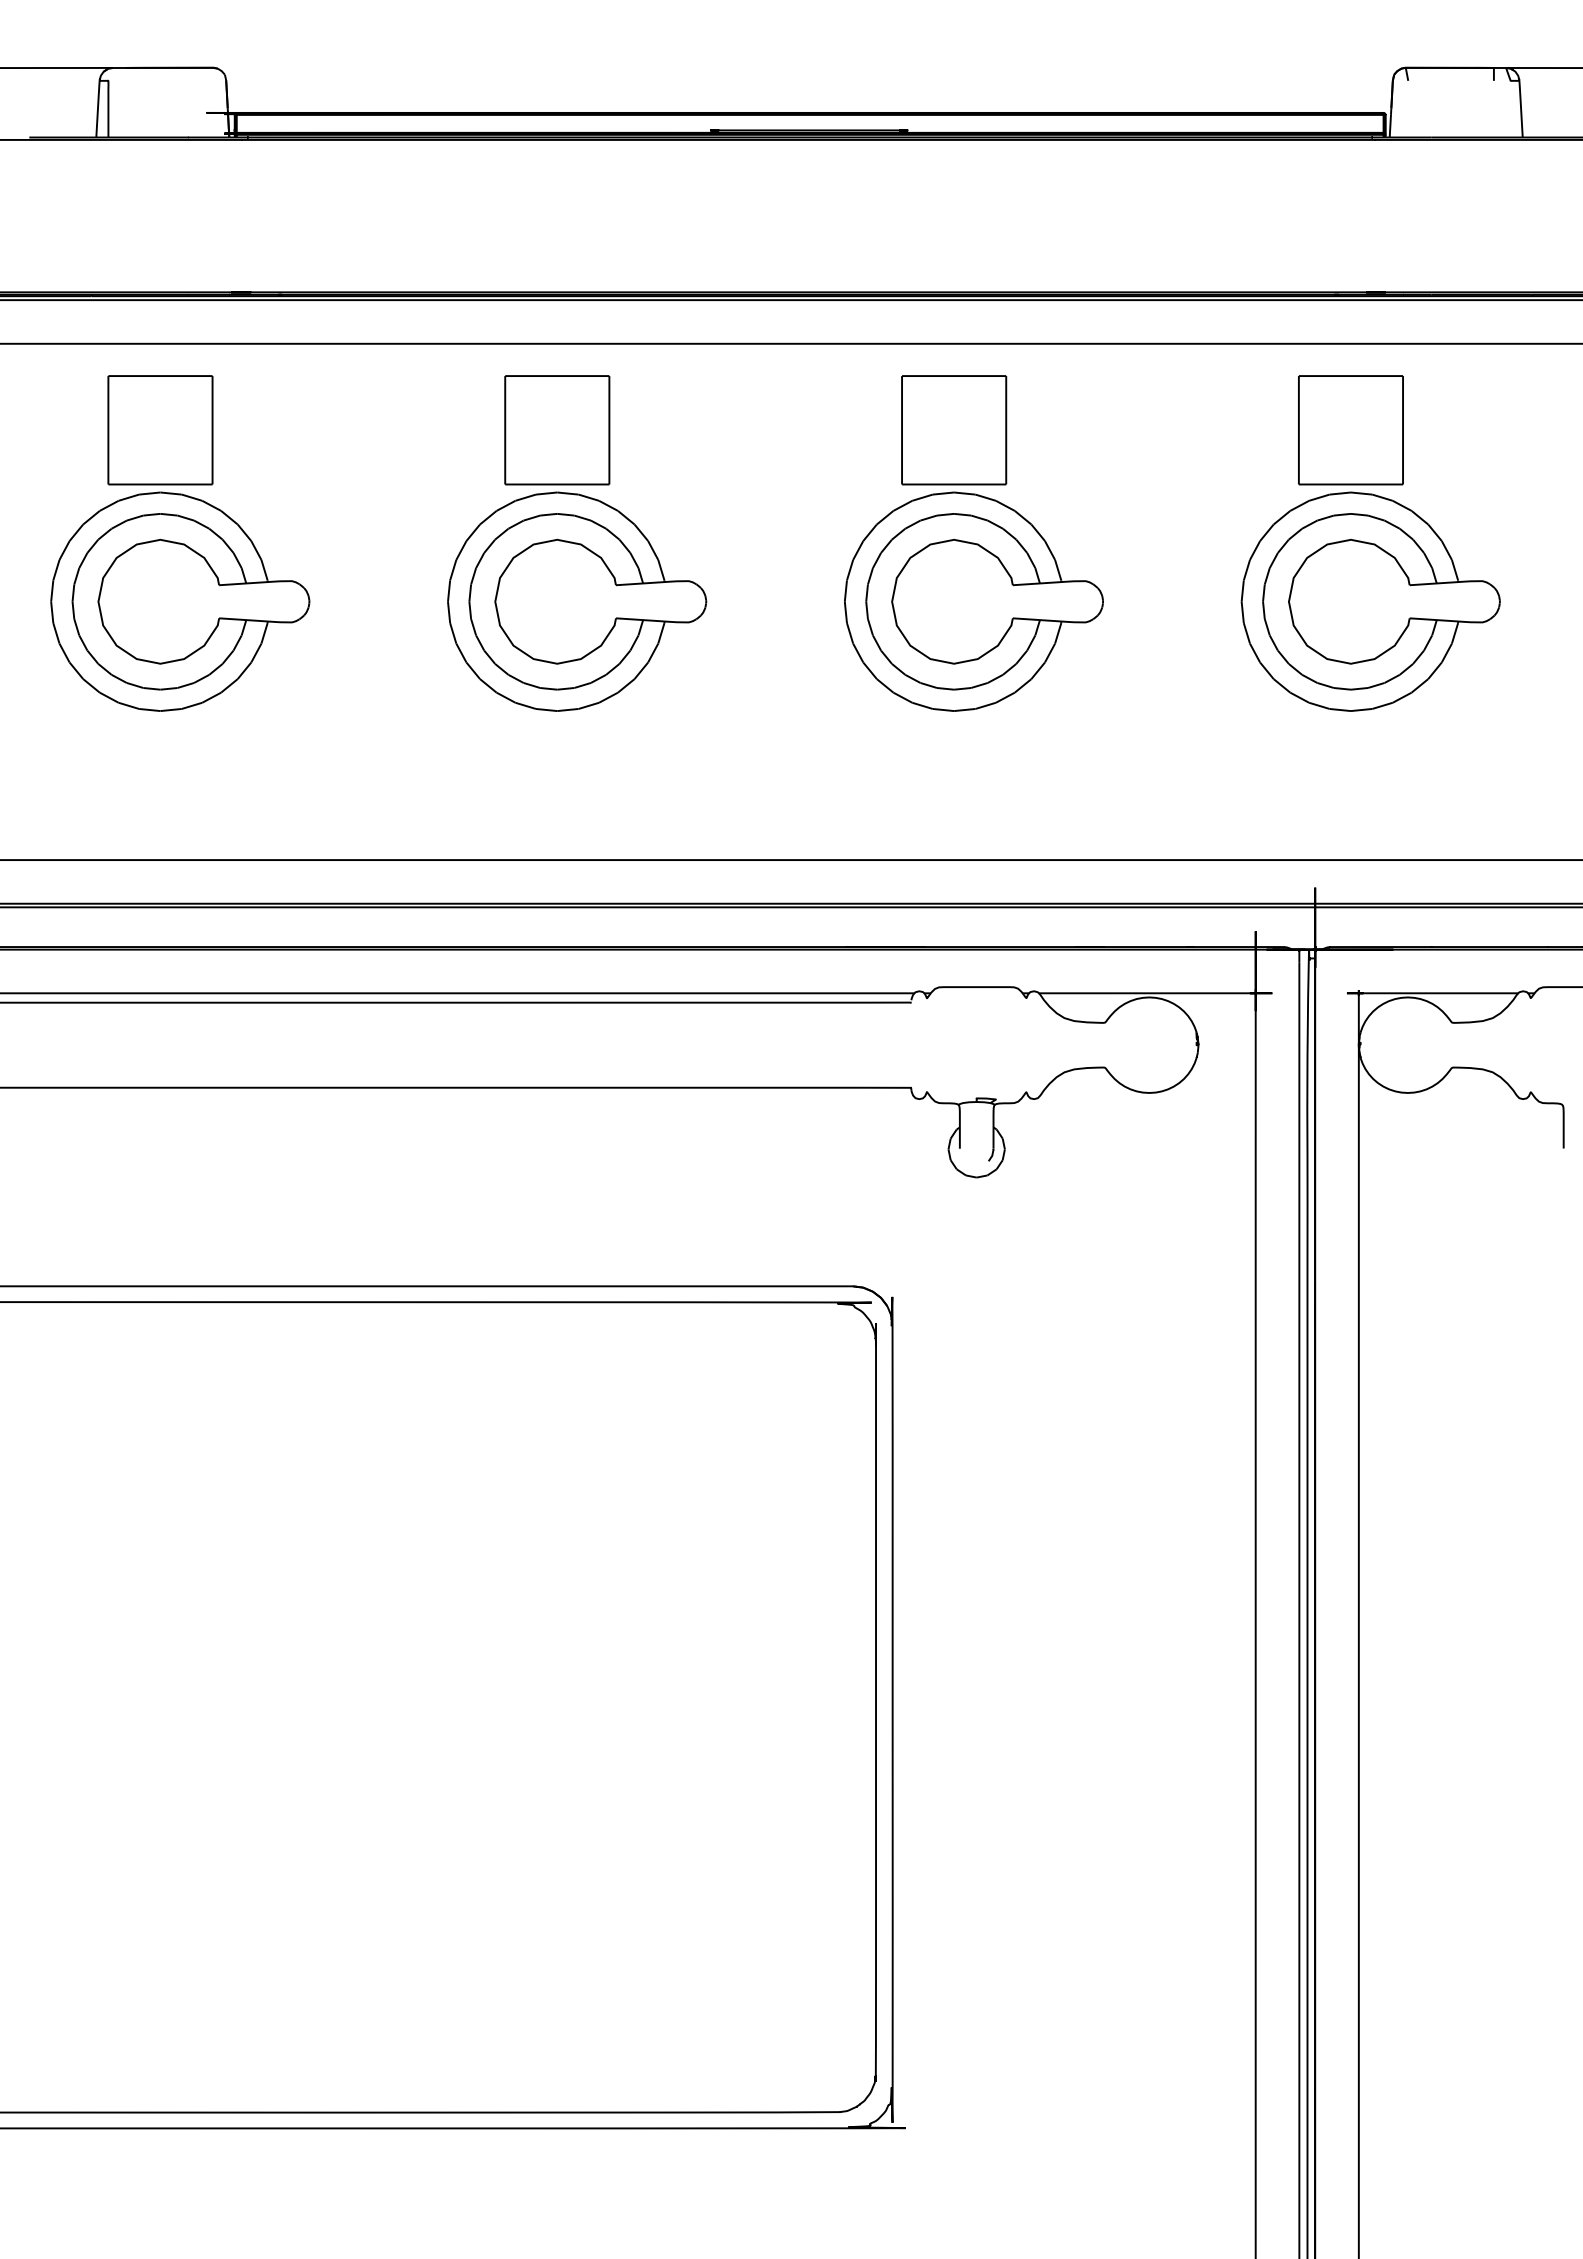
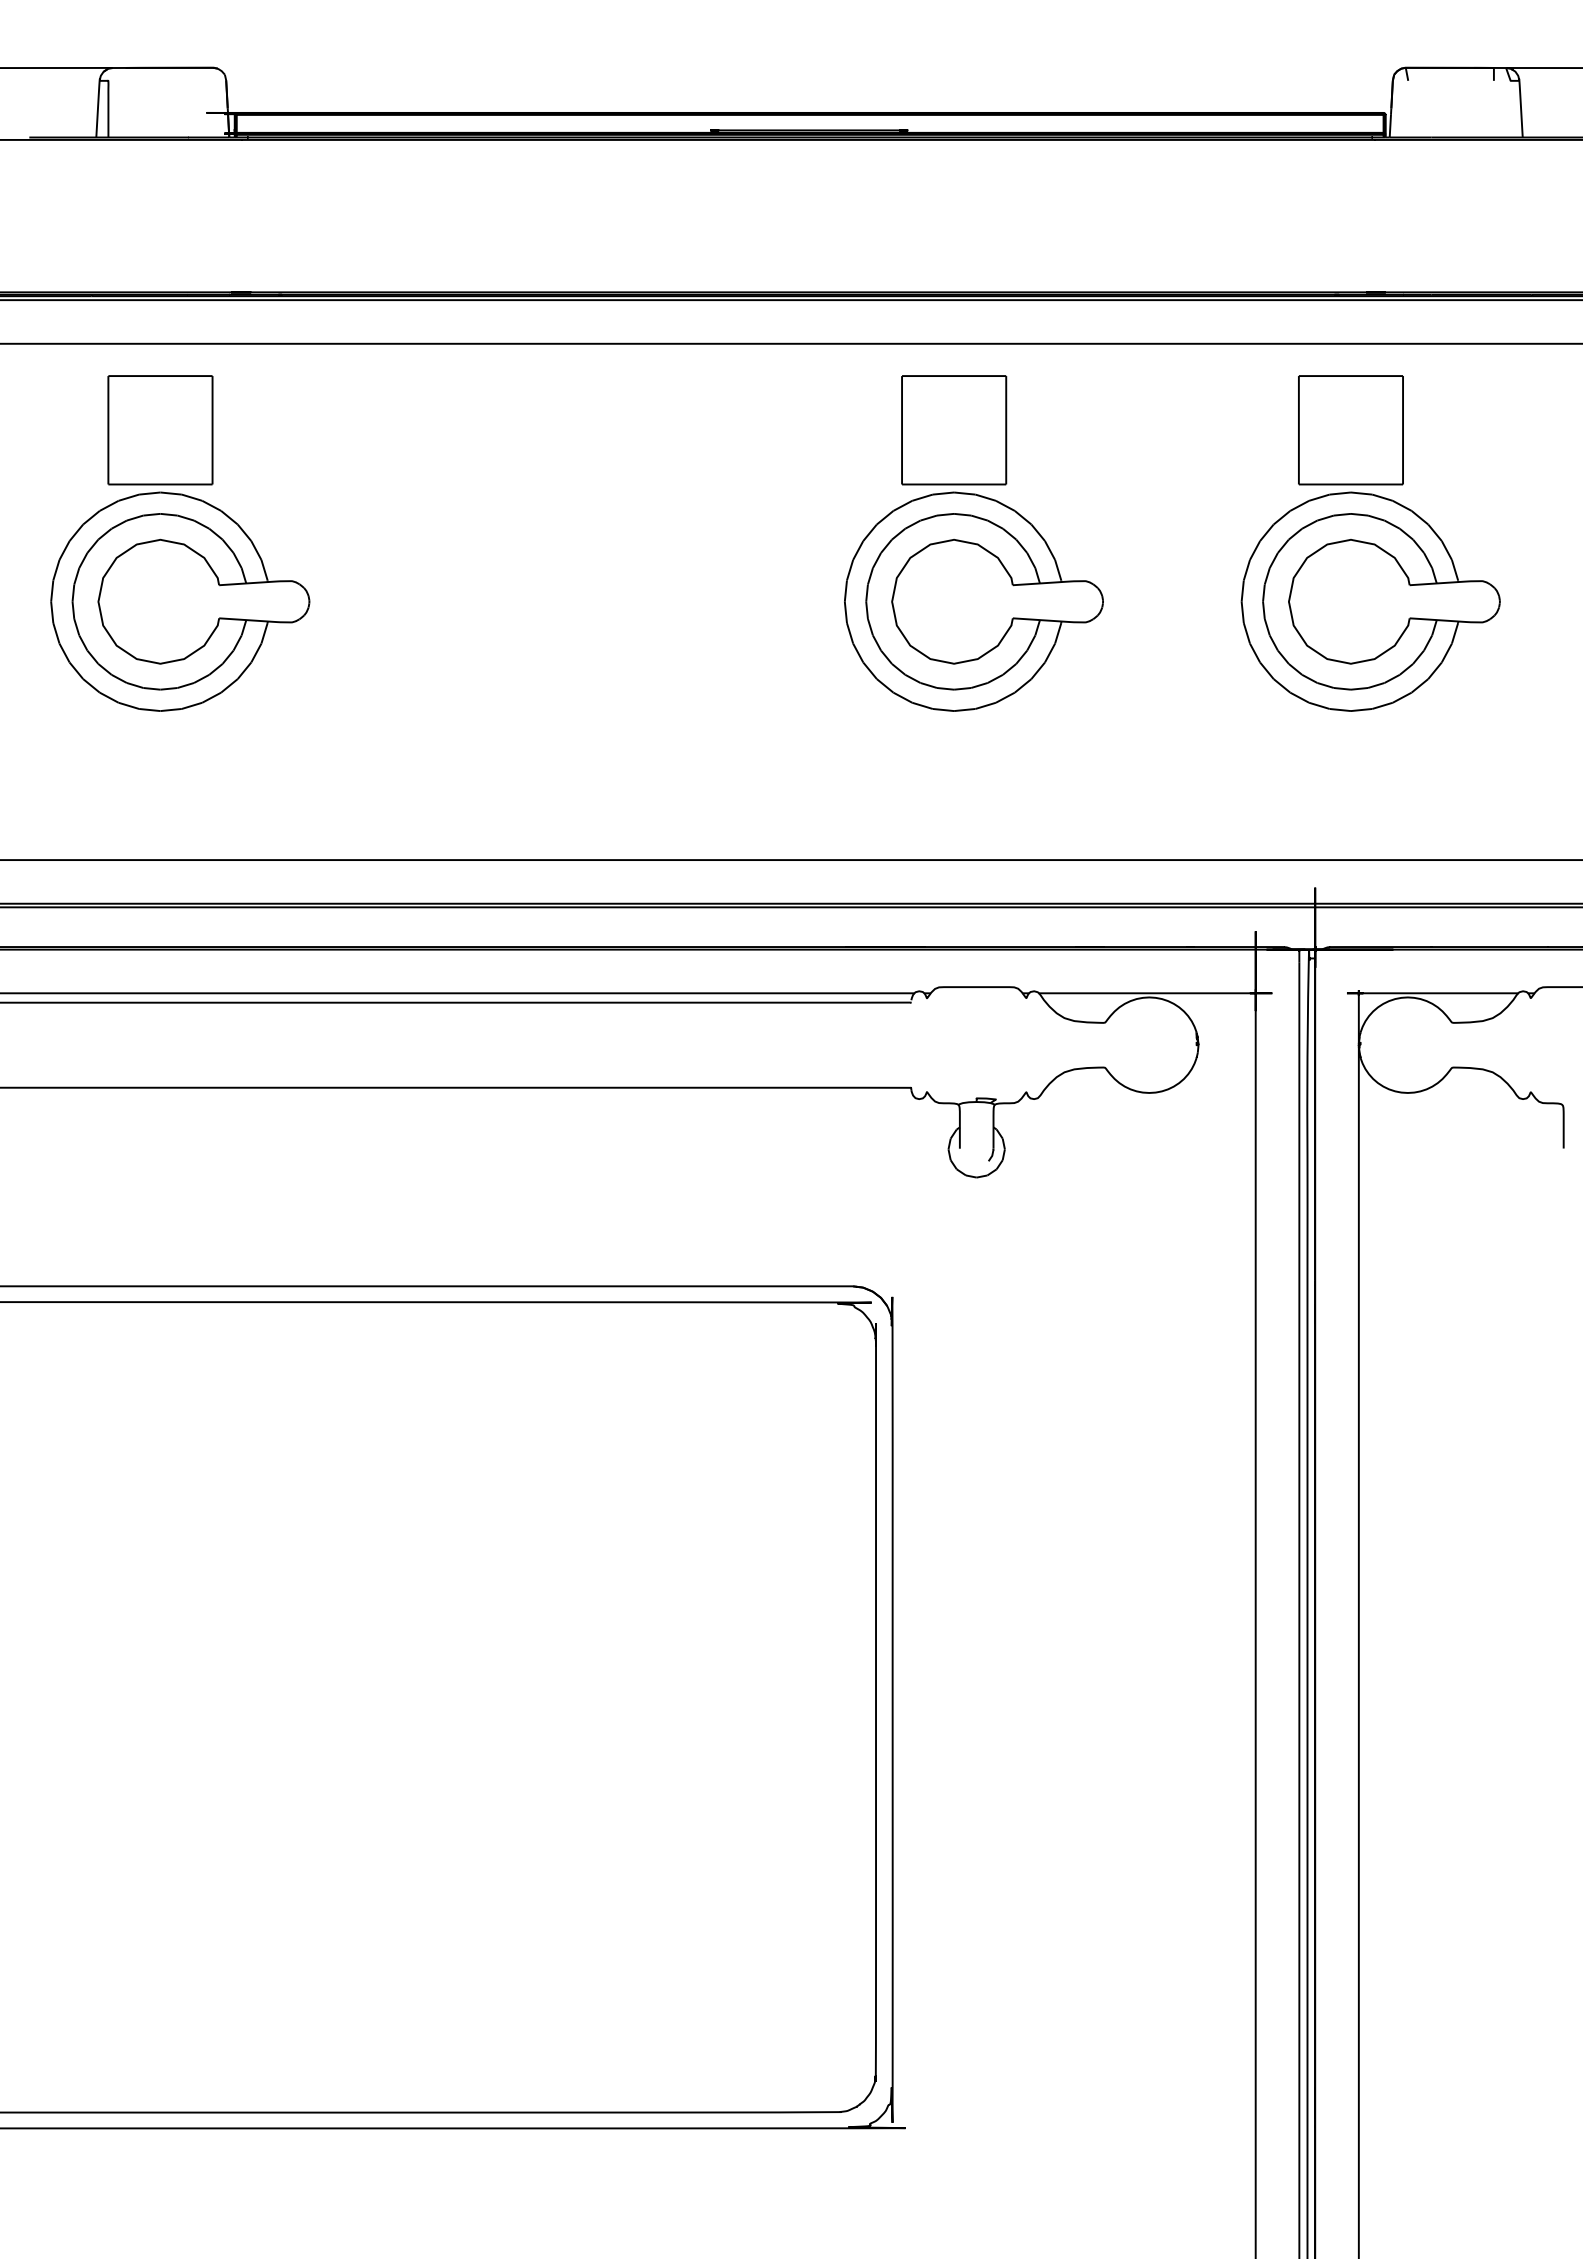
part at (577, 543): present -> none
